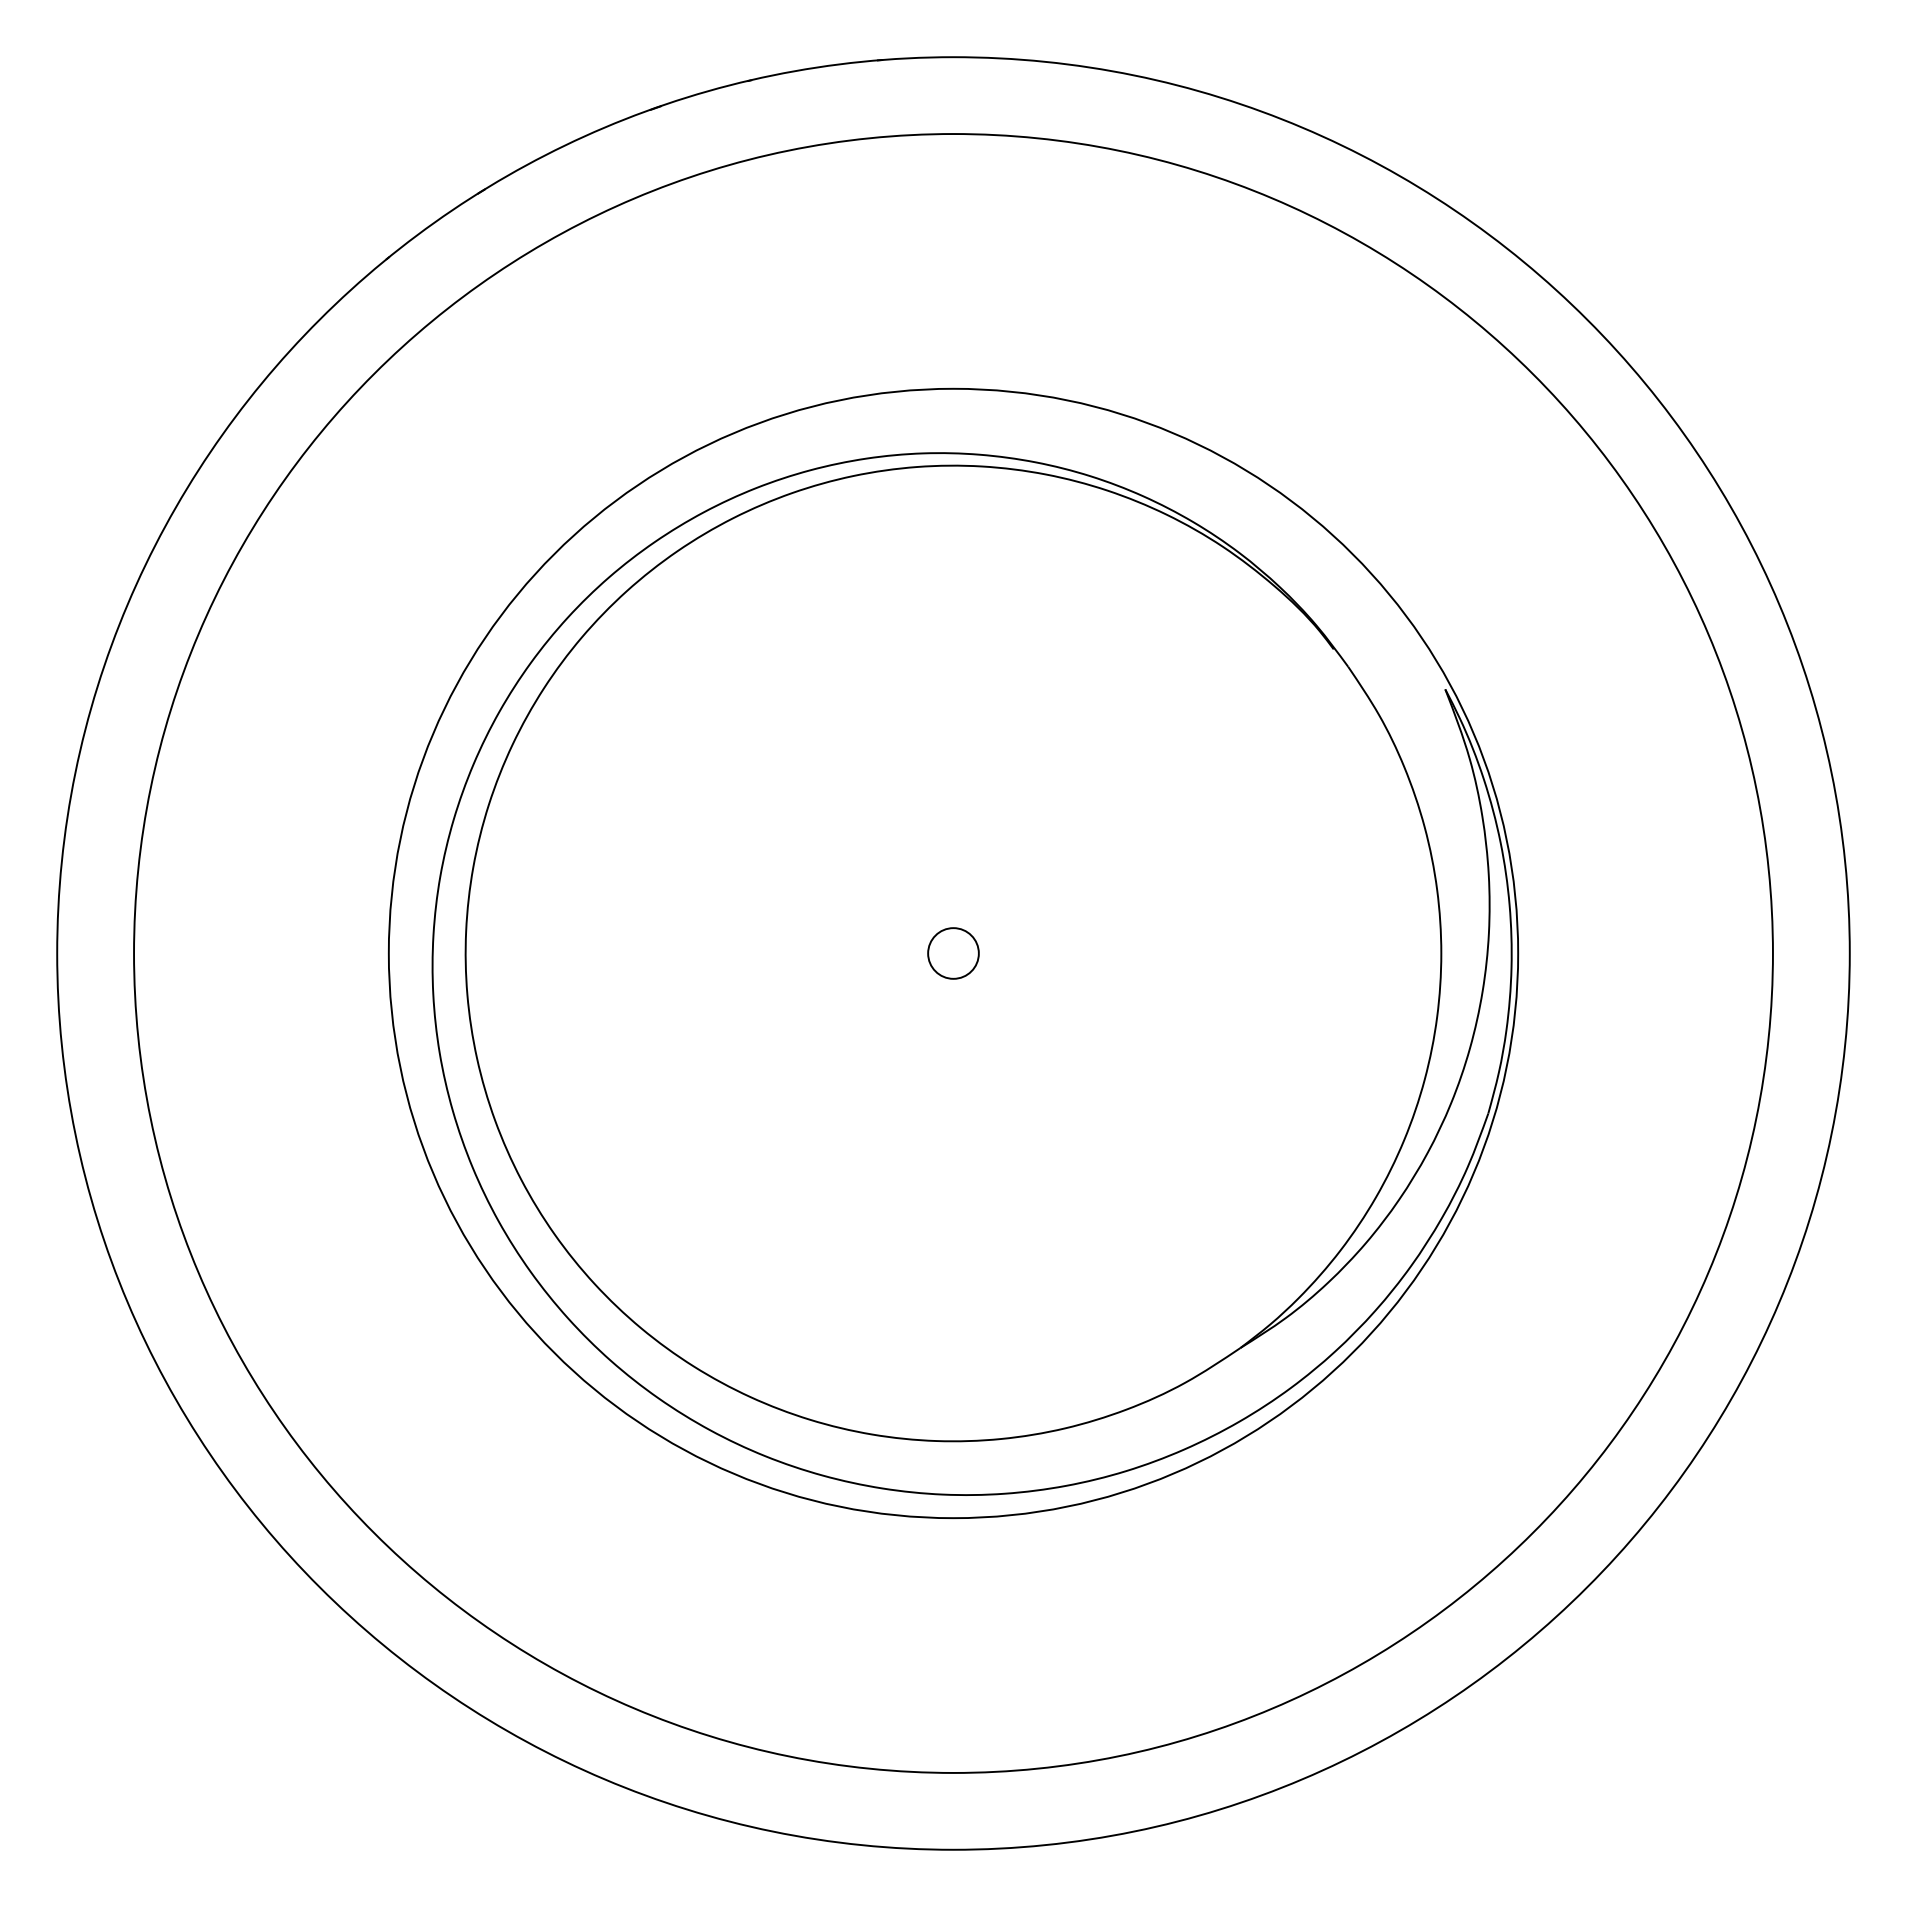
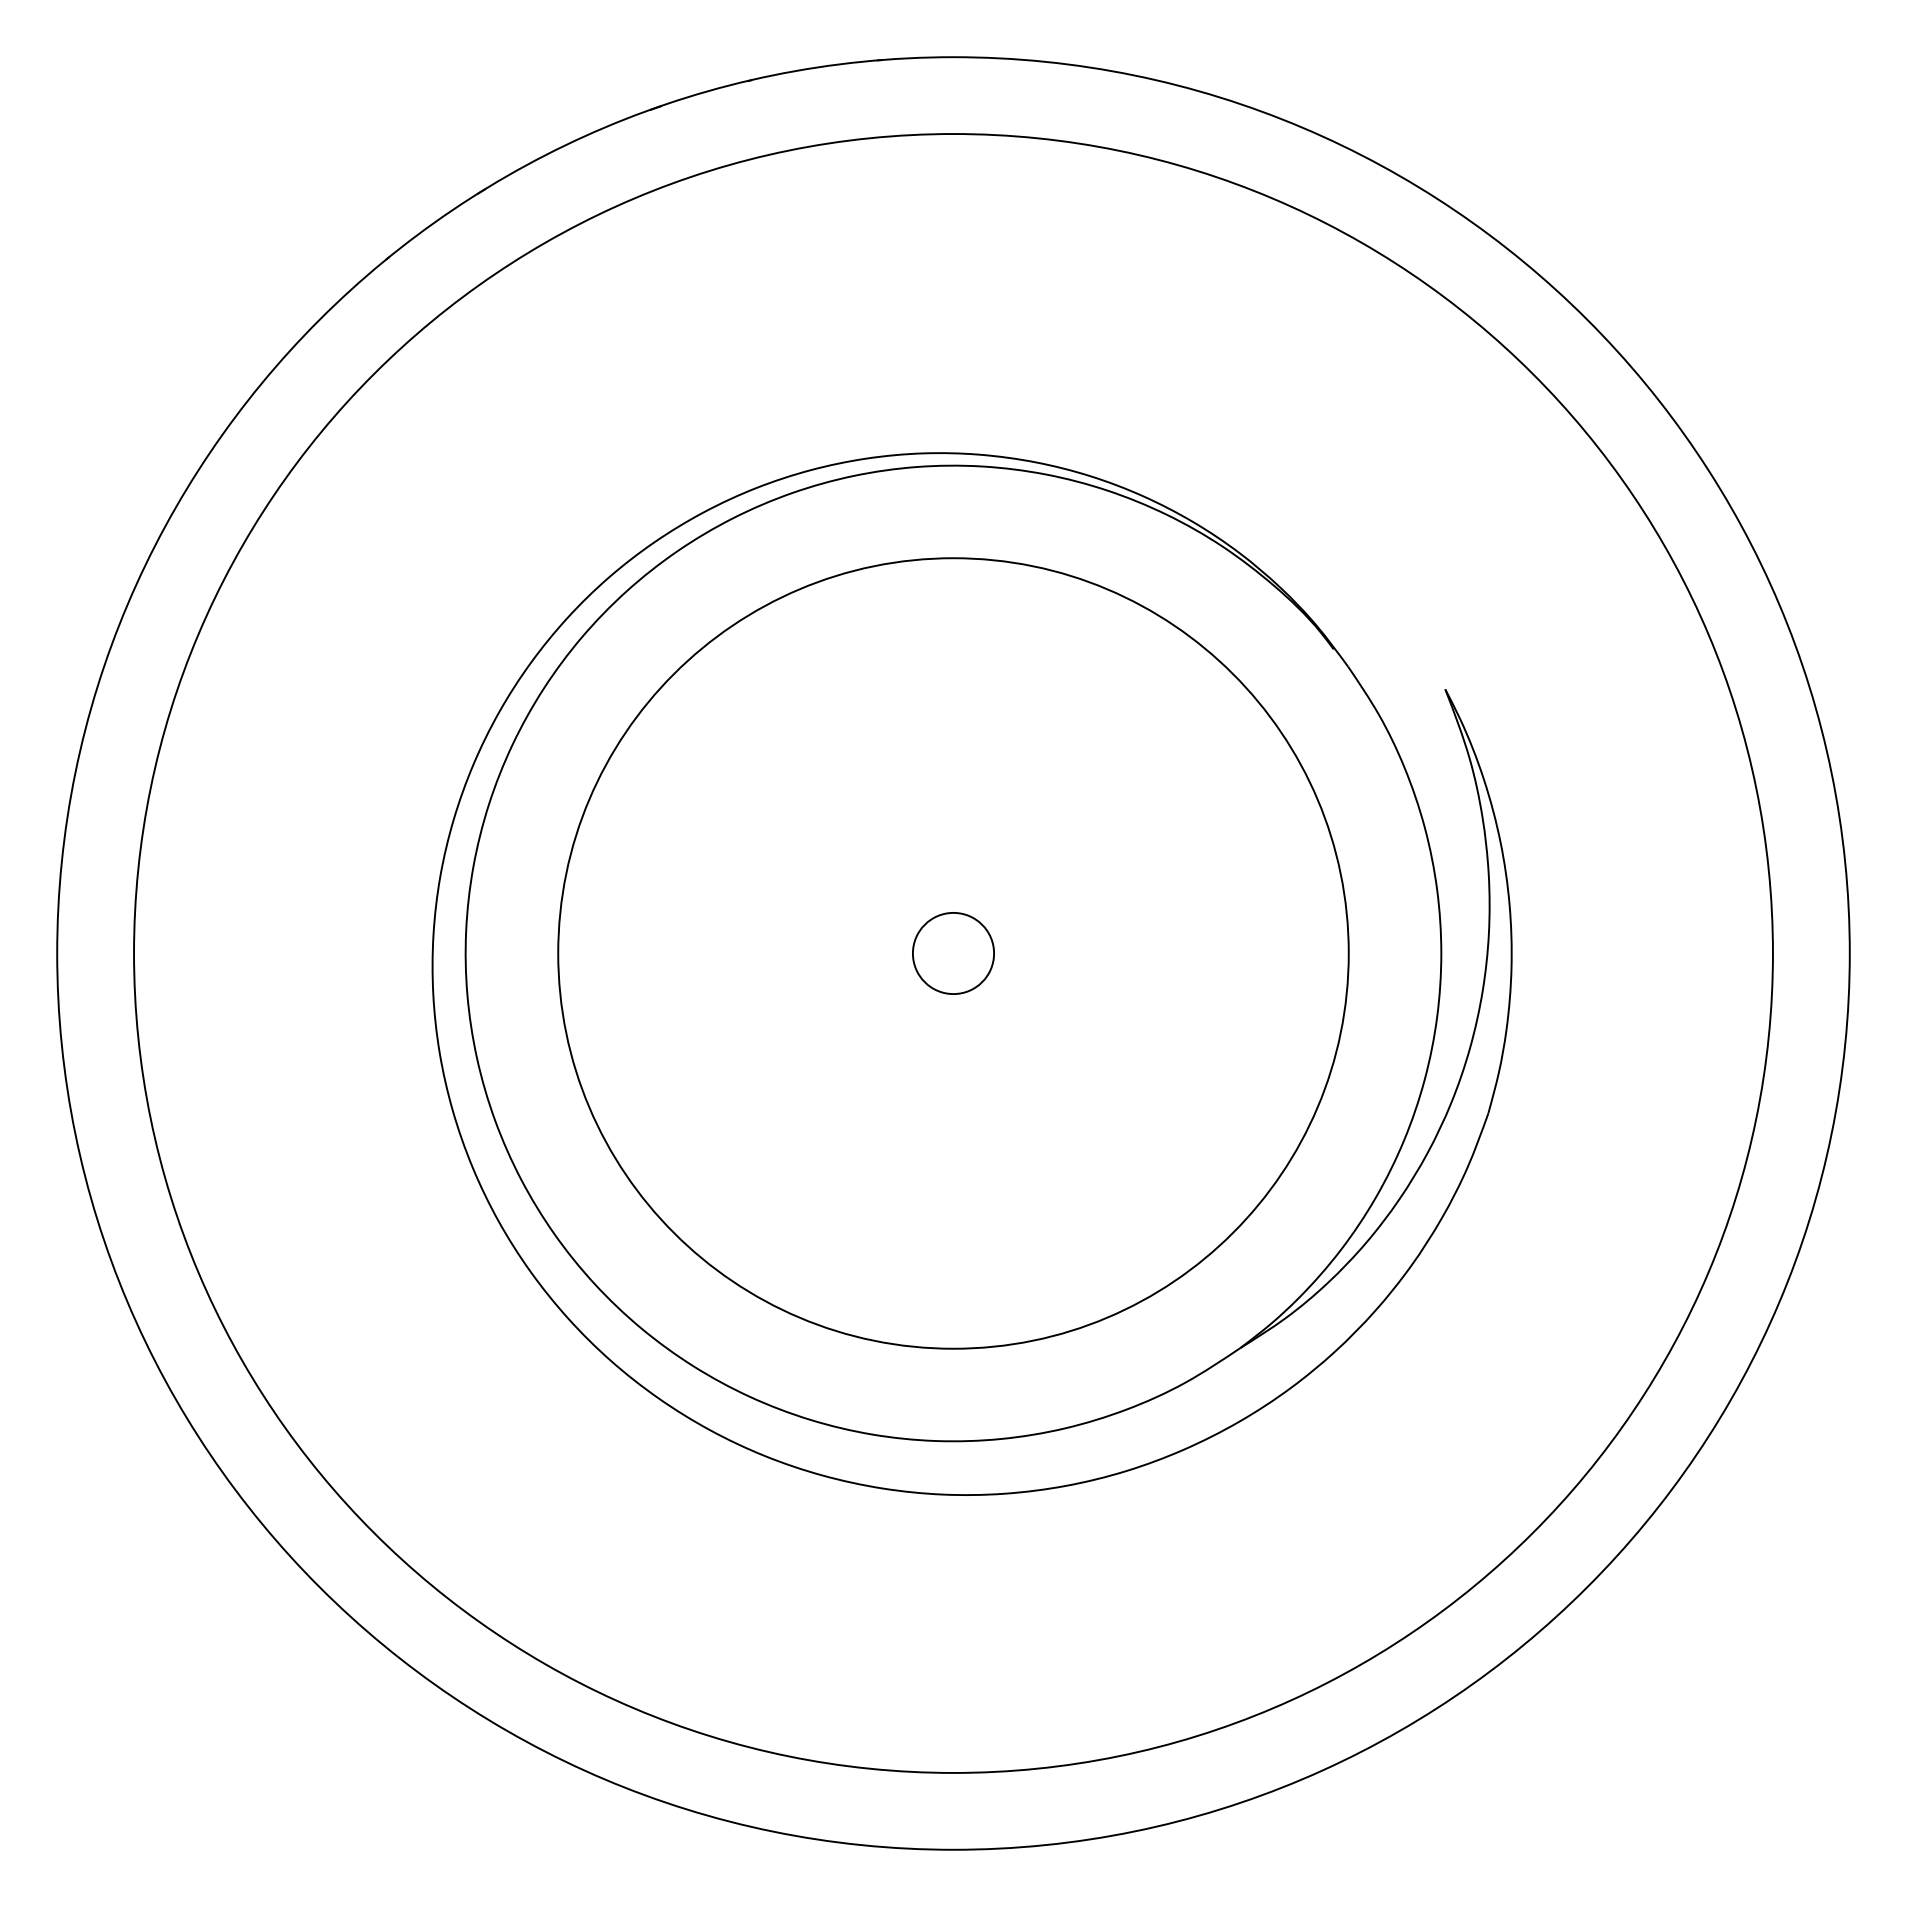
circle at (953, 953) diameter: 1129 px -> 791 px
circle at (953, 953) diameter: 51 px -> 81 px
